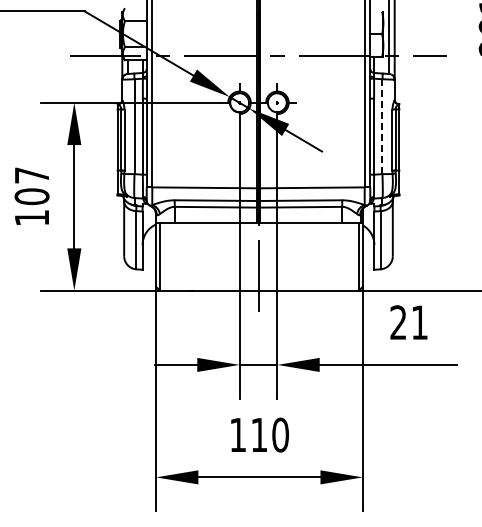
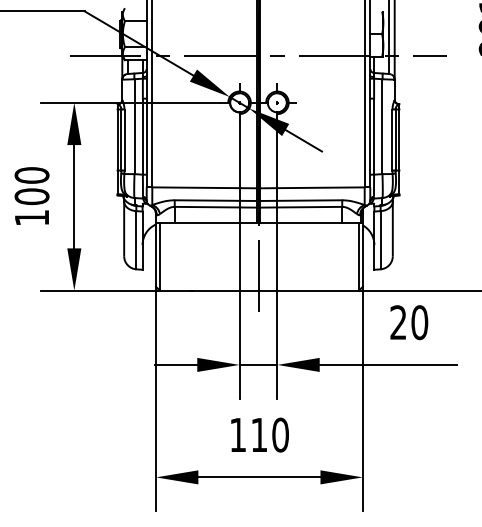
line at (382, 127): dashed -> solid
text at (31, 175): 107 -> 100
text at (419, 322): 21 -> 20
